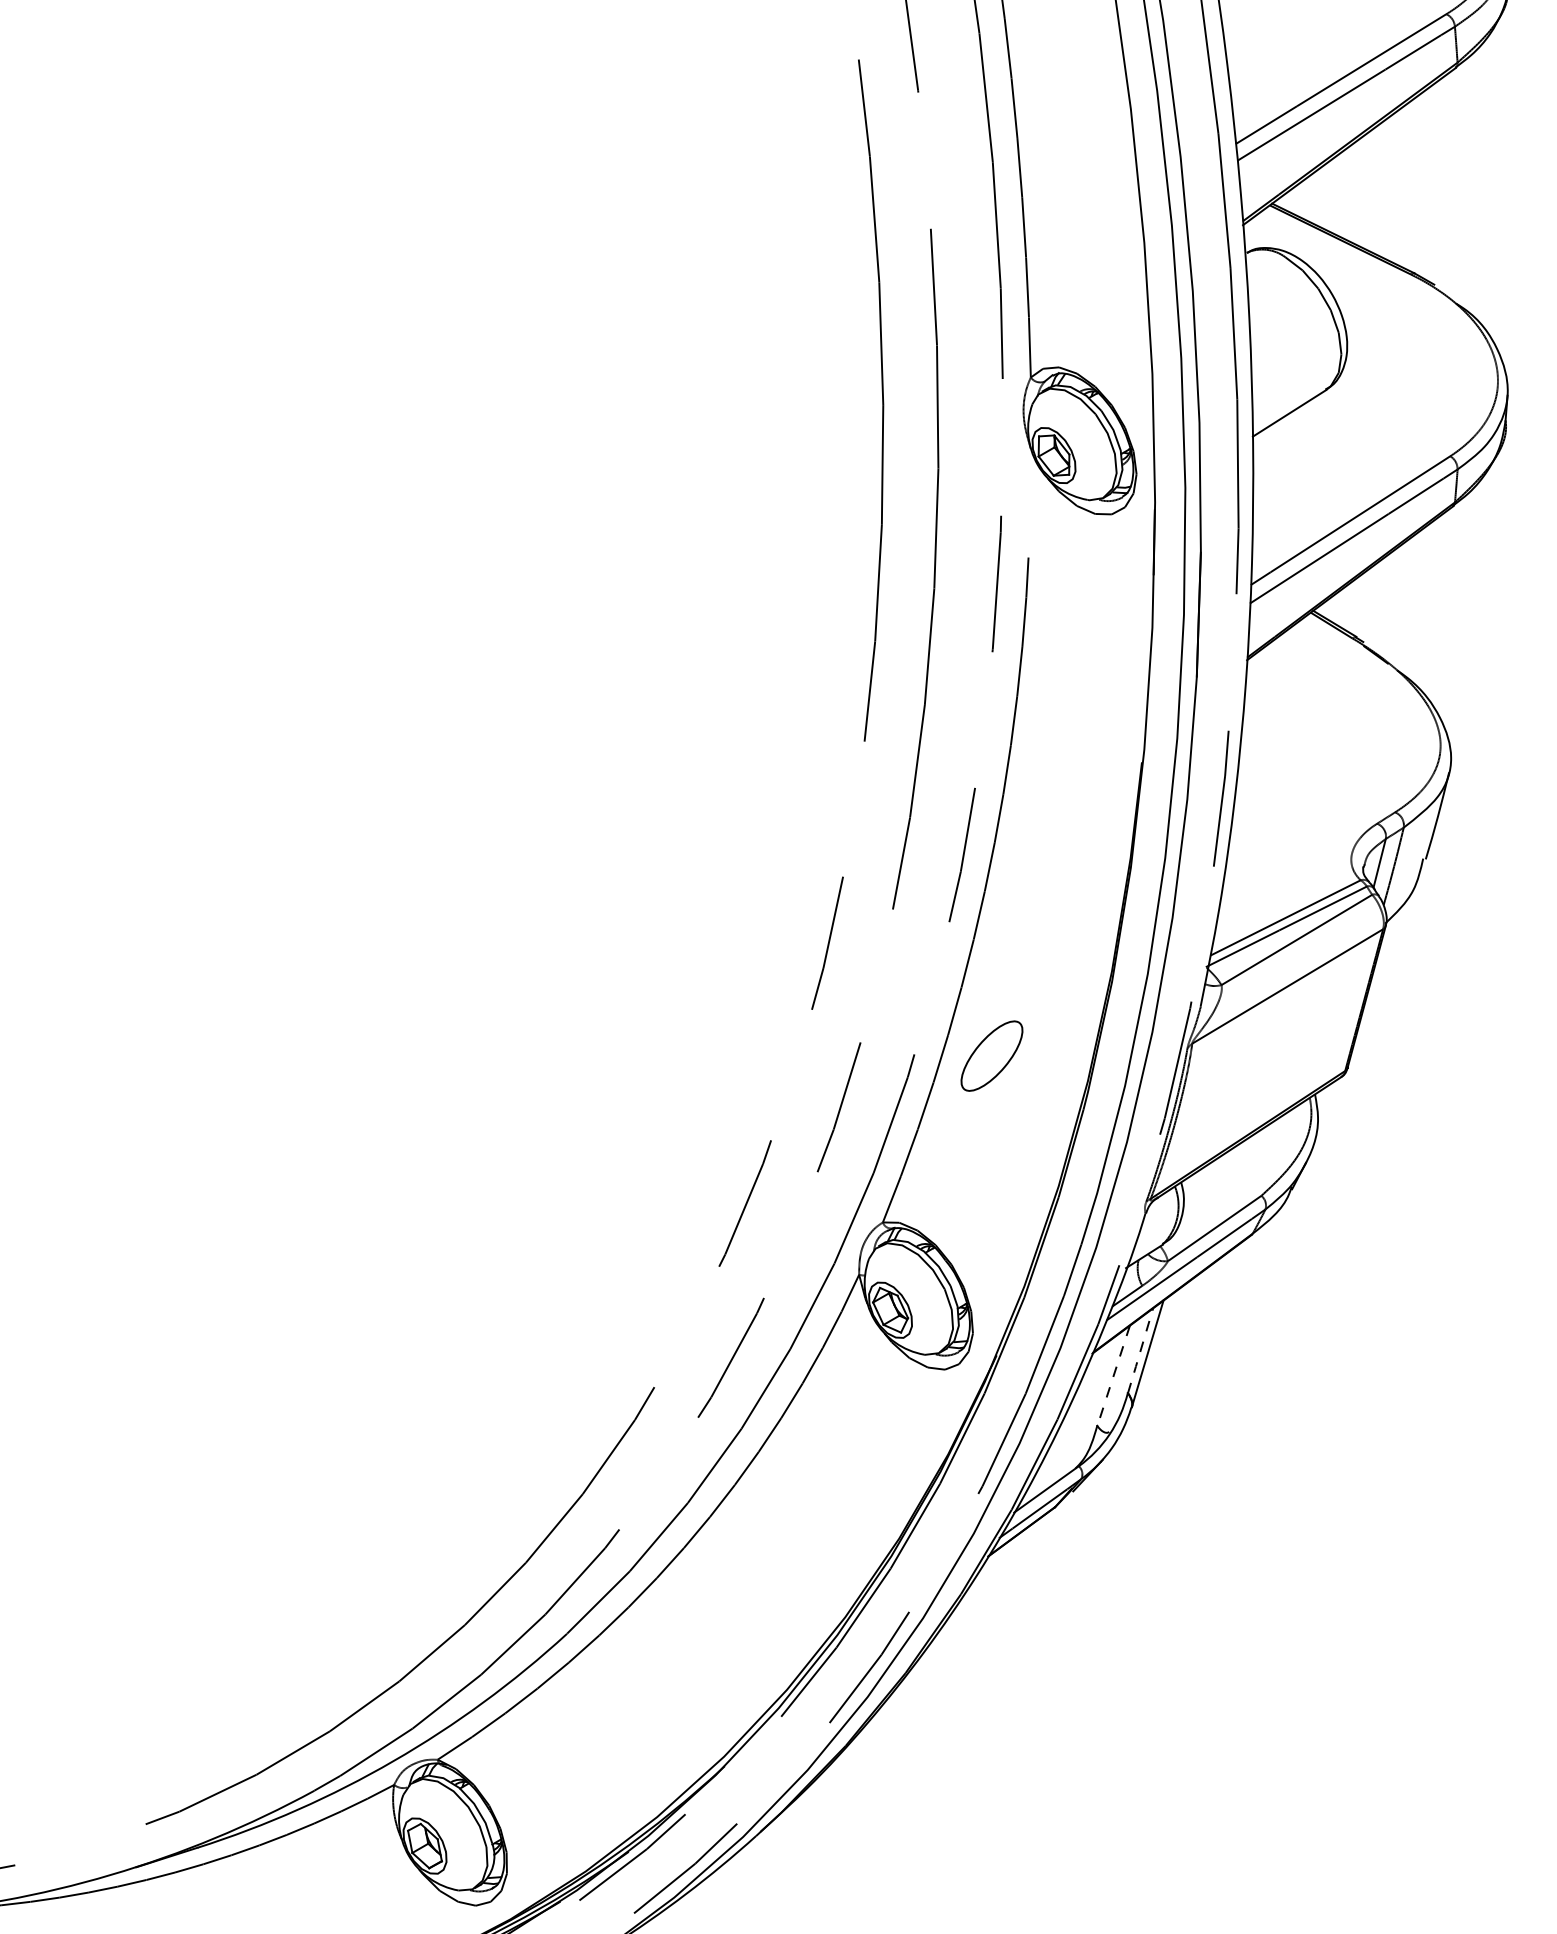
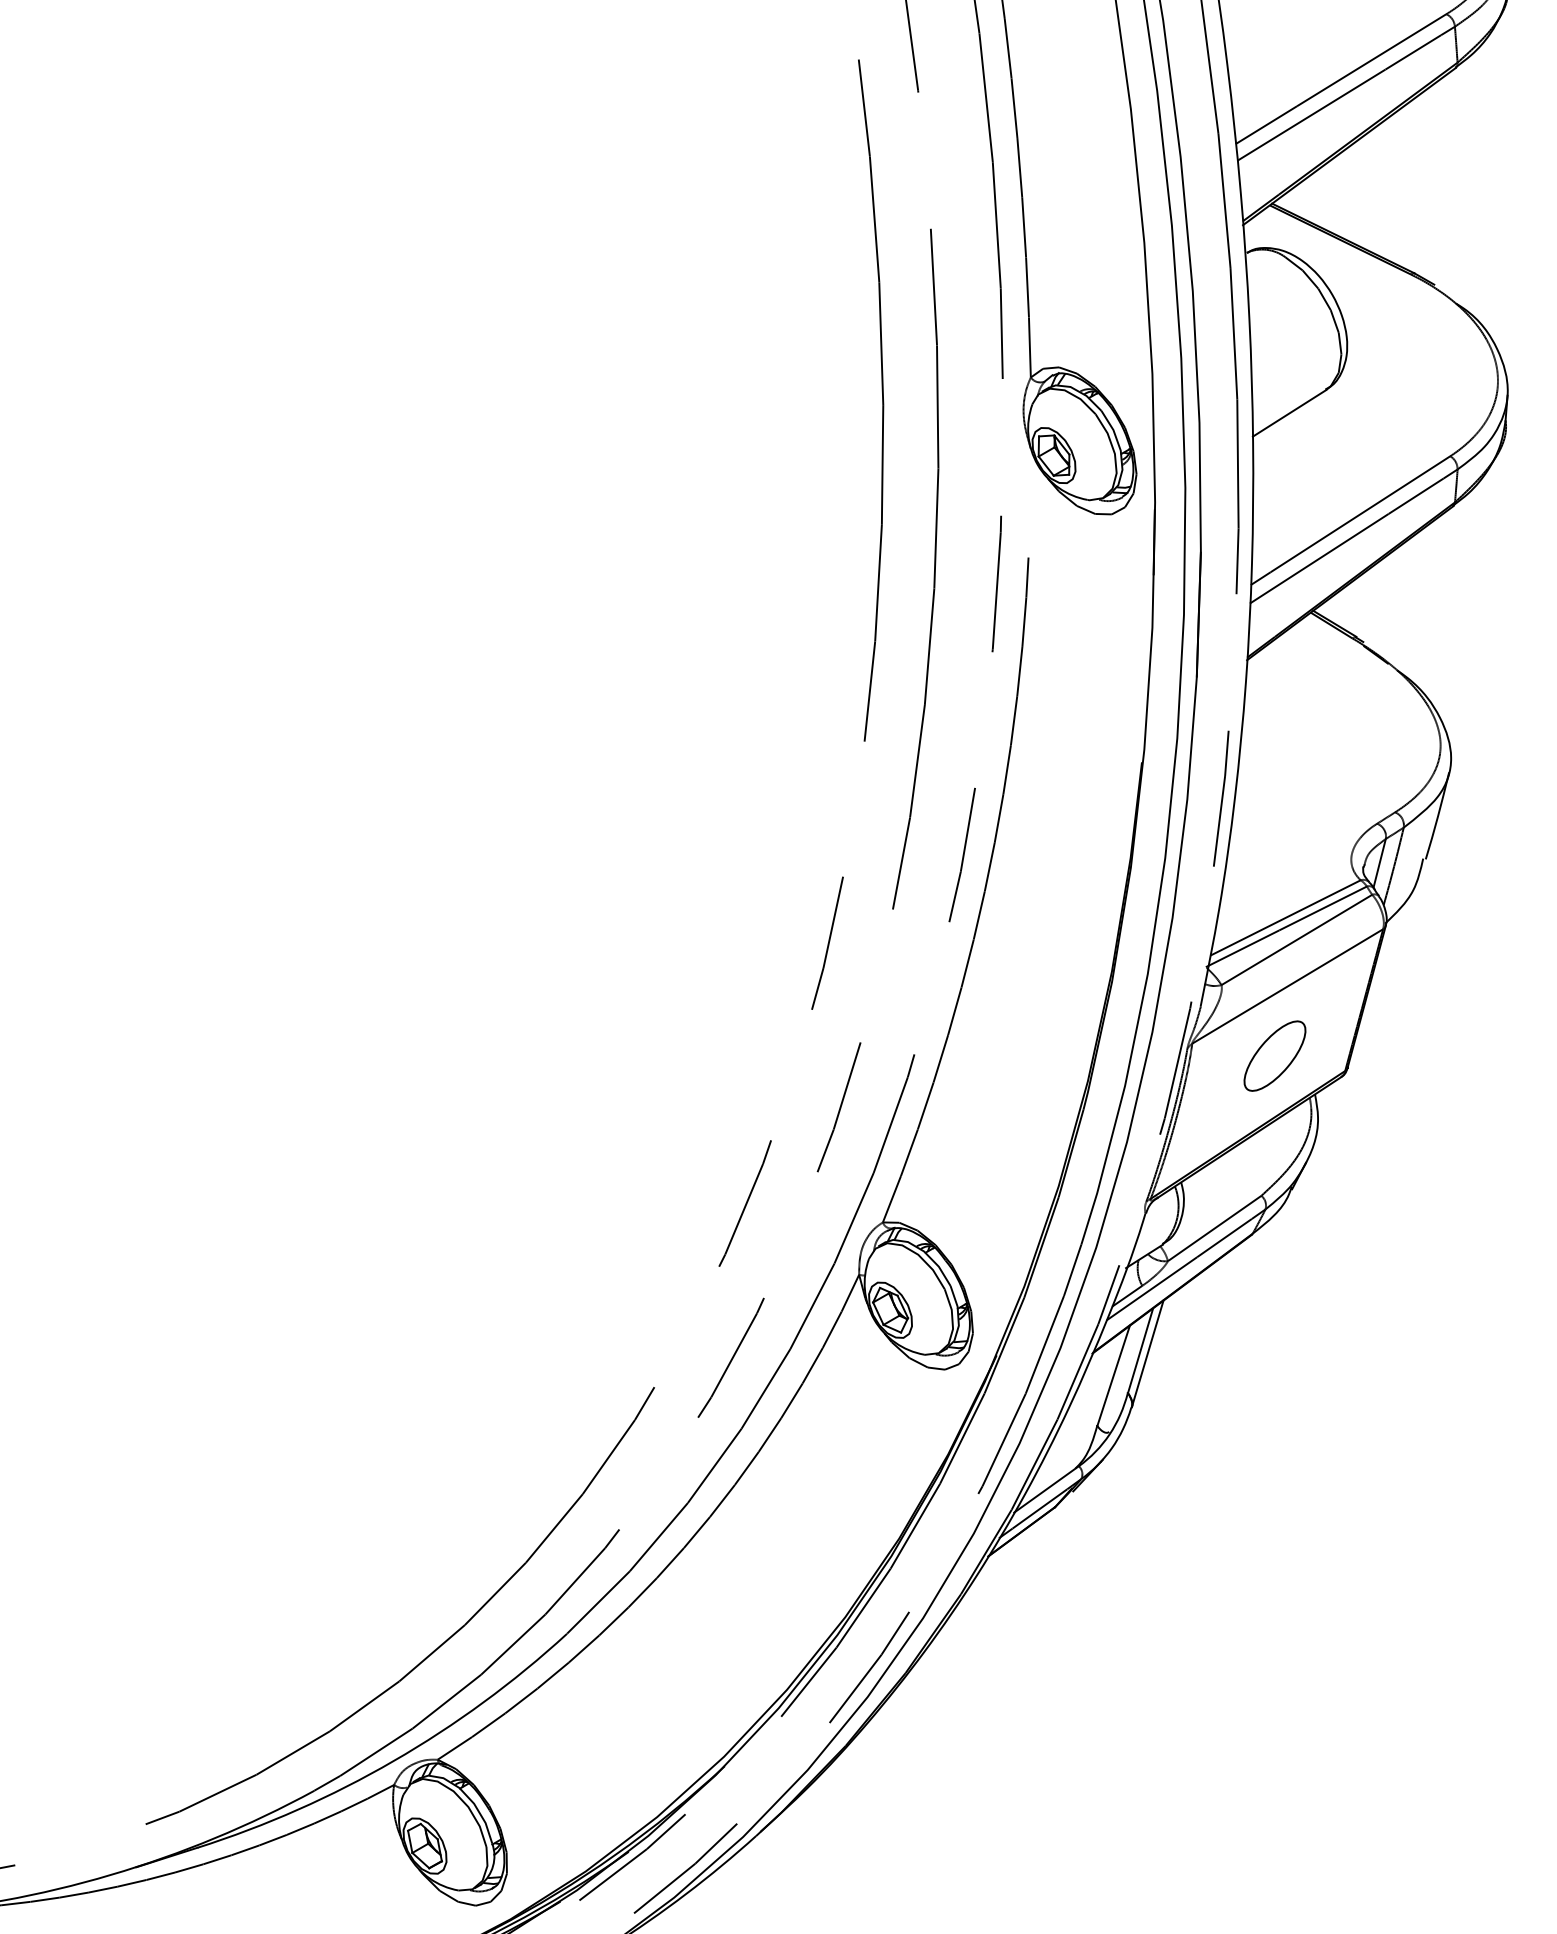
part at (991, 1055) position: (991, 1055) -> (1274, 1055)
line at (1140, 1351): dashed -> solid
line at (1113, 1375): dashed -> solid
